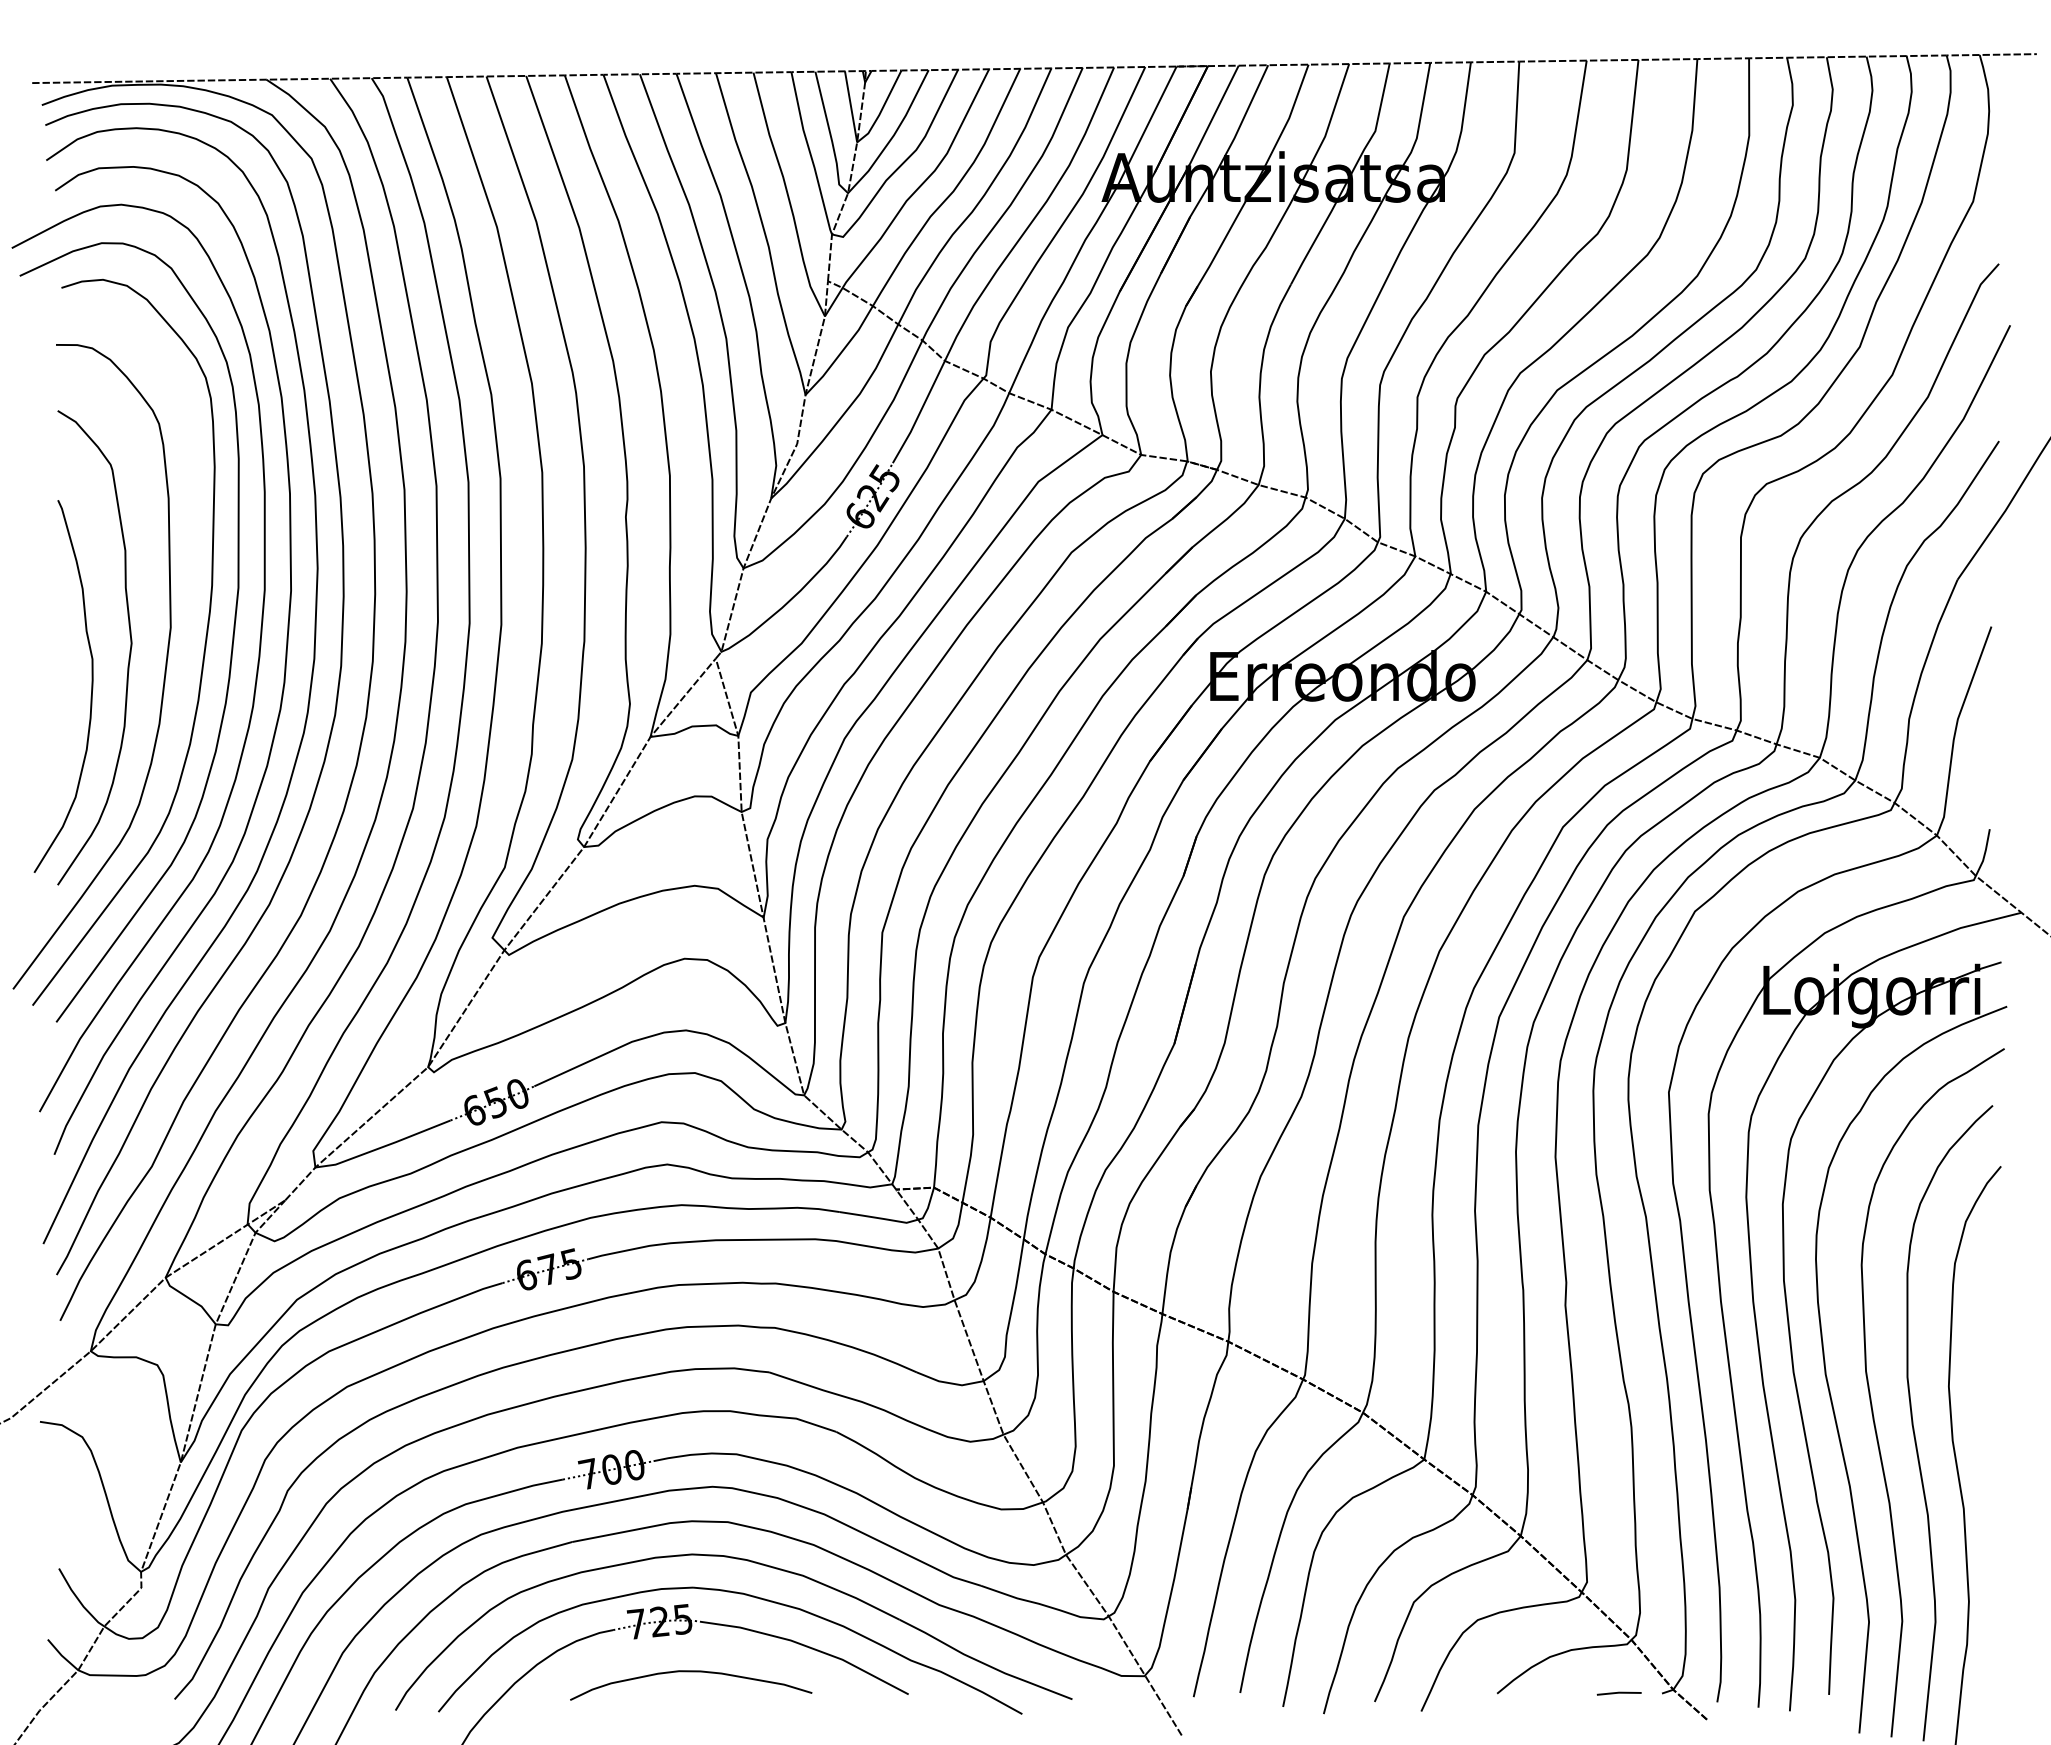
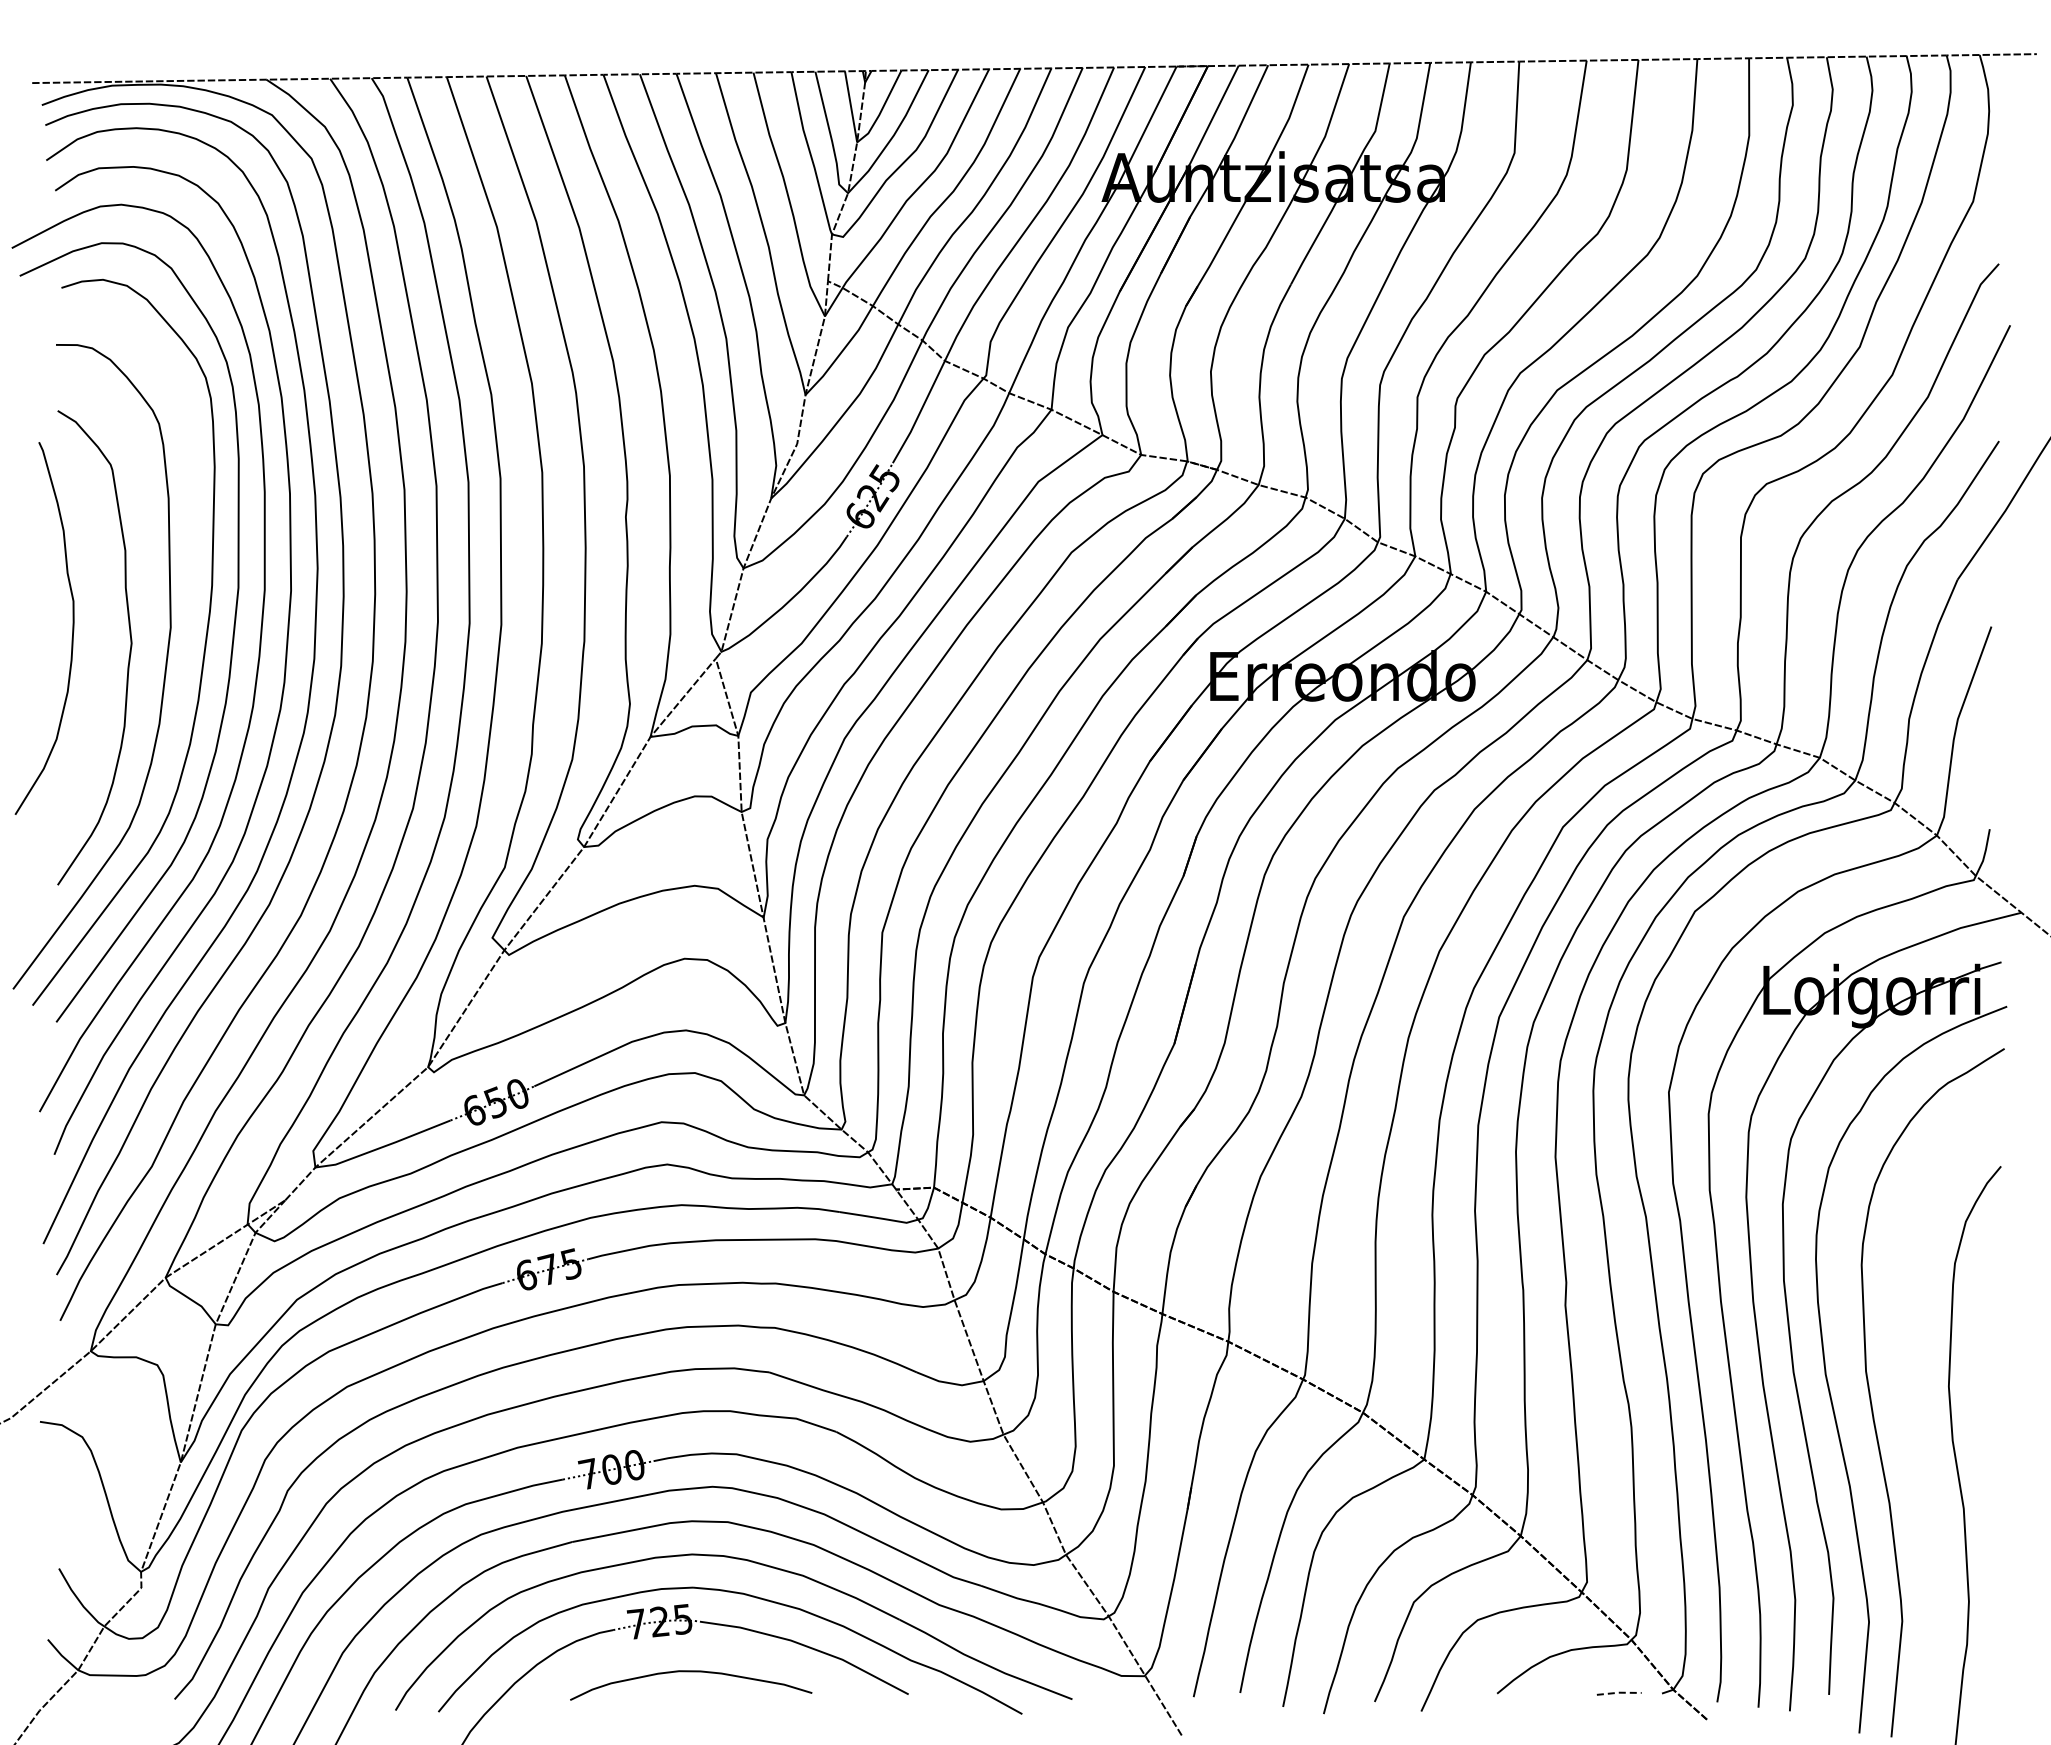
curve at (91, 686) position: (91, 686) -> (72, 628)
curve at (1914, 1428): present -> none
line at (1618, 1692): solid -> dashed
